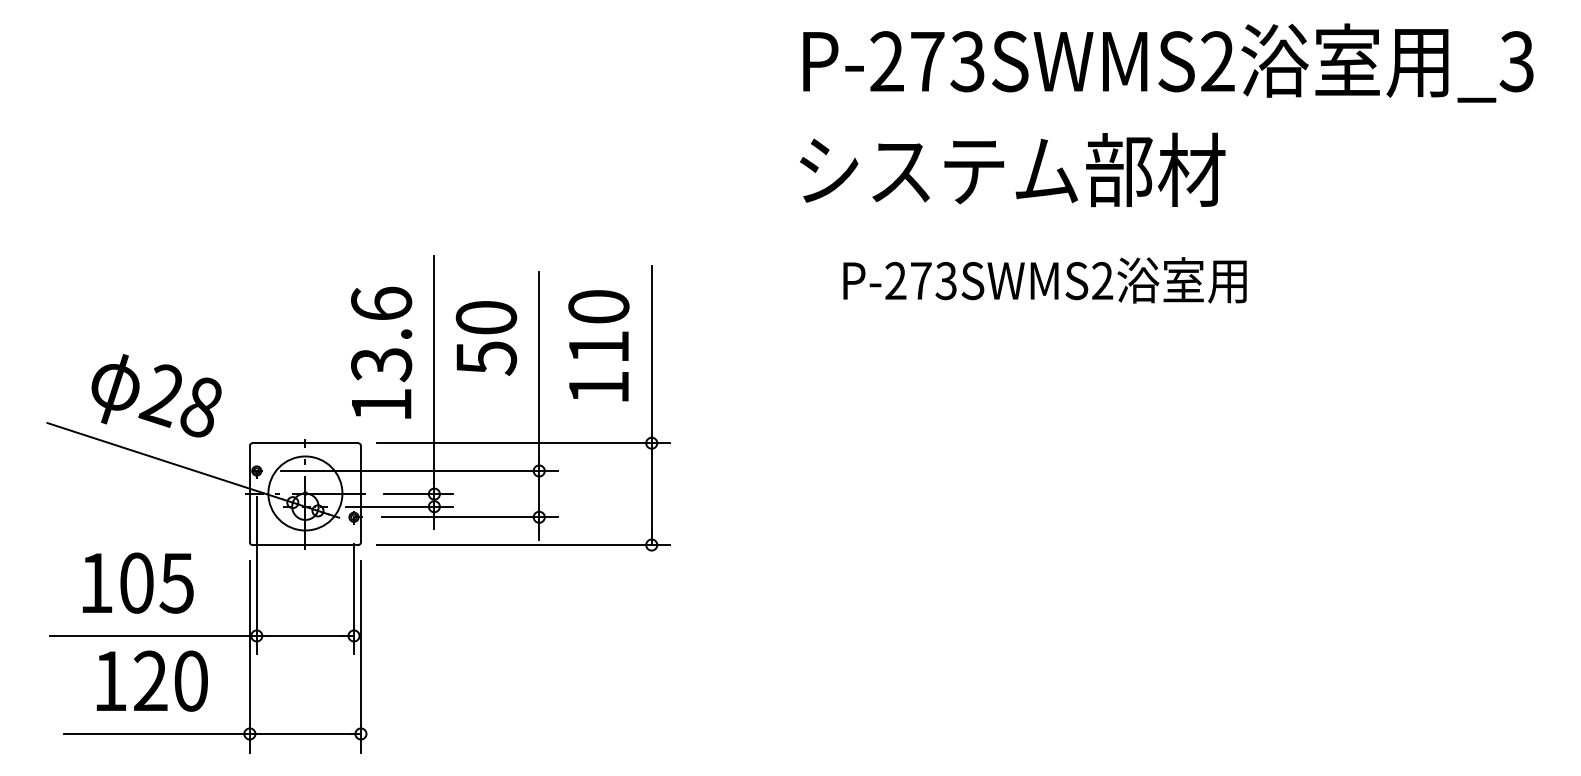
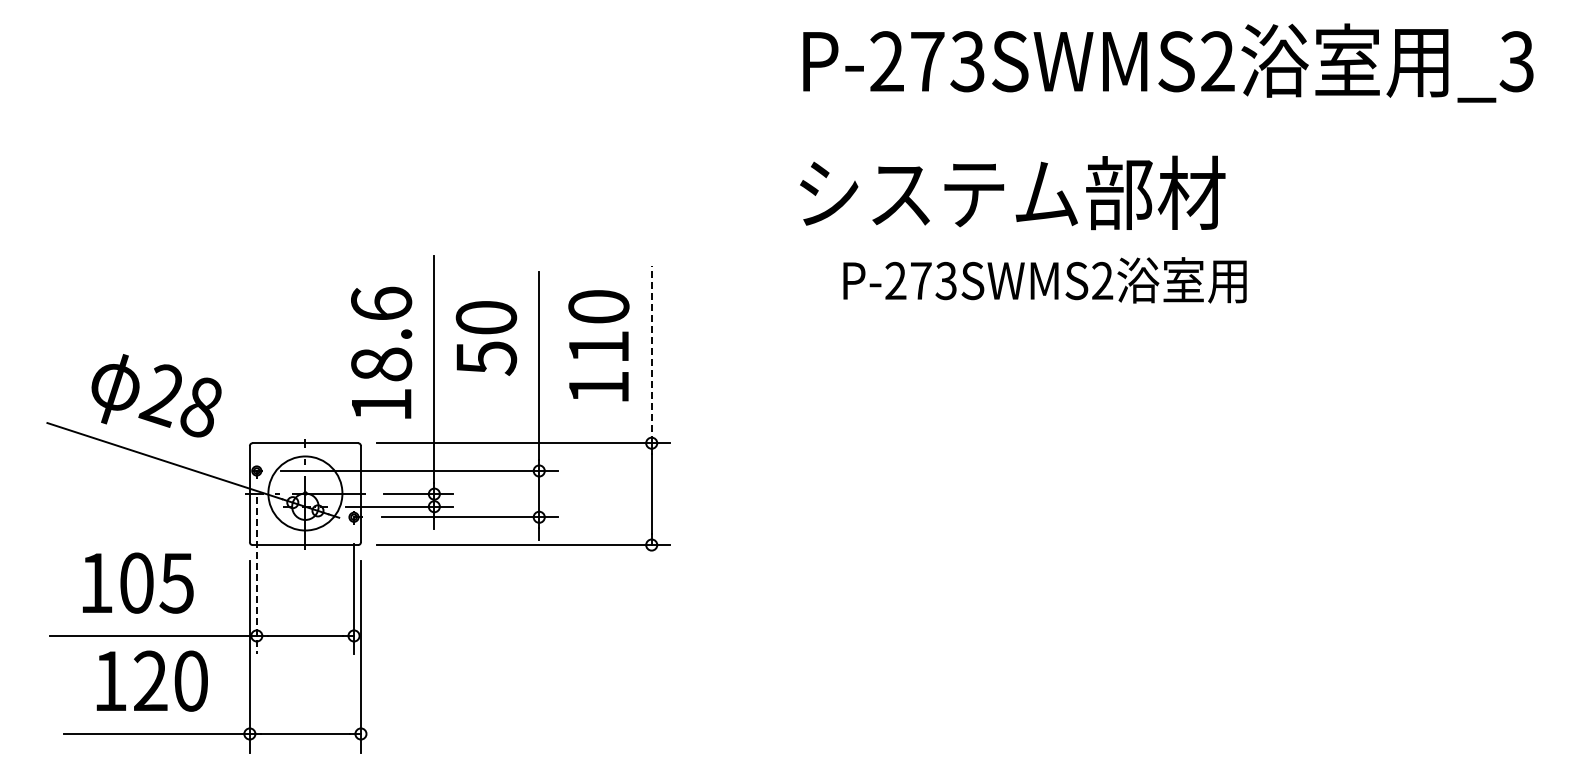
text at (1012, 169) position: (1012, 169) -> (1012, 192)
line at (651, 354): solid -> dashed
text at (381, 364): 13.6 -> 18.6
line at (256, 576): solid -> dashed
